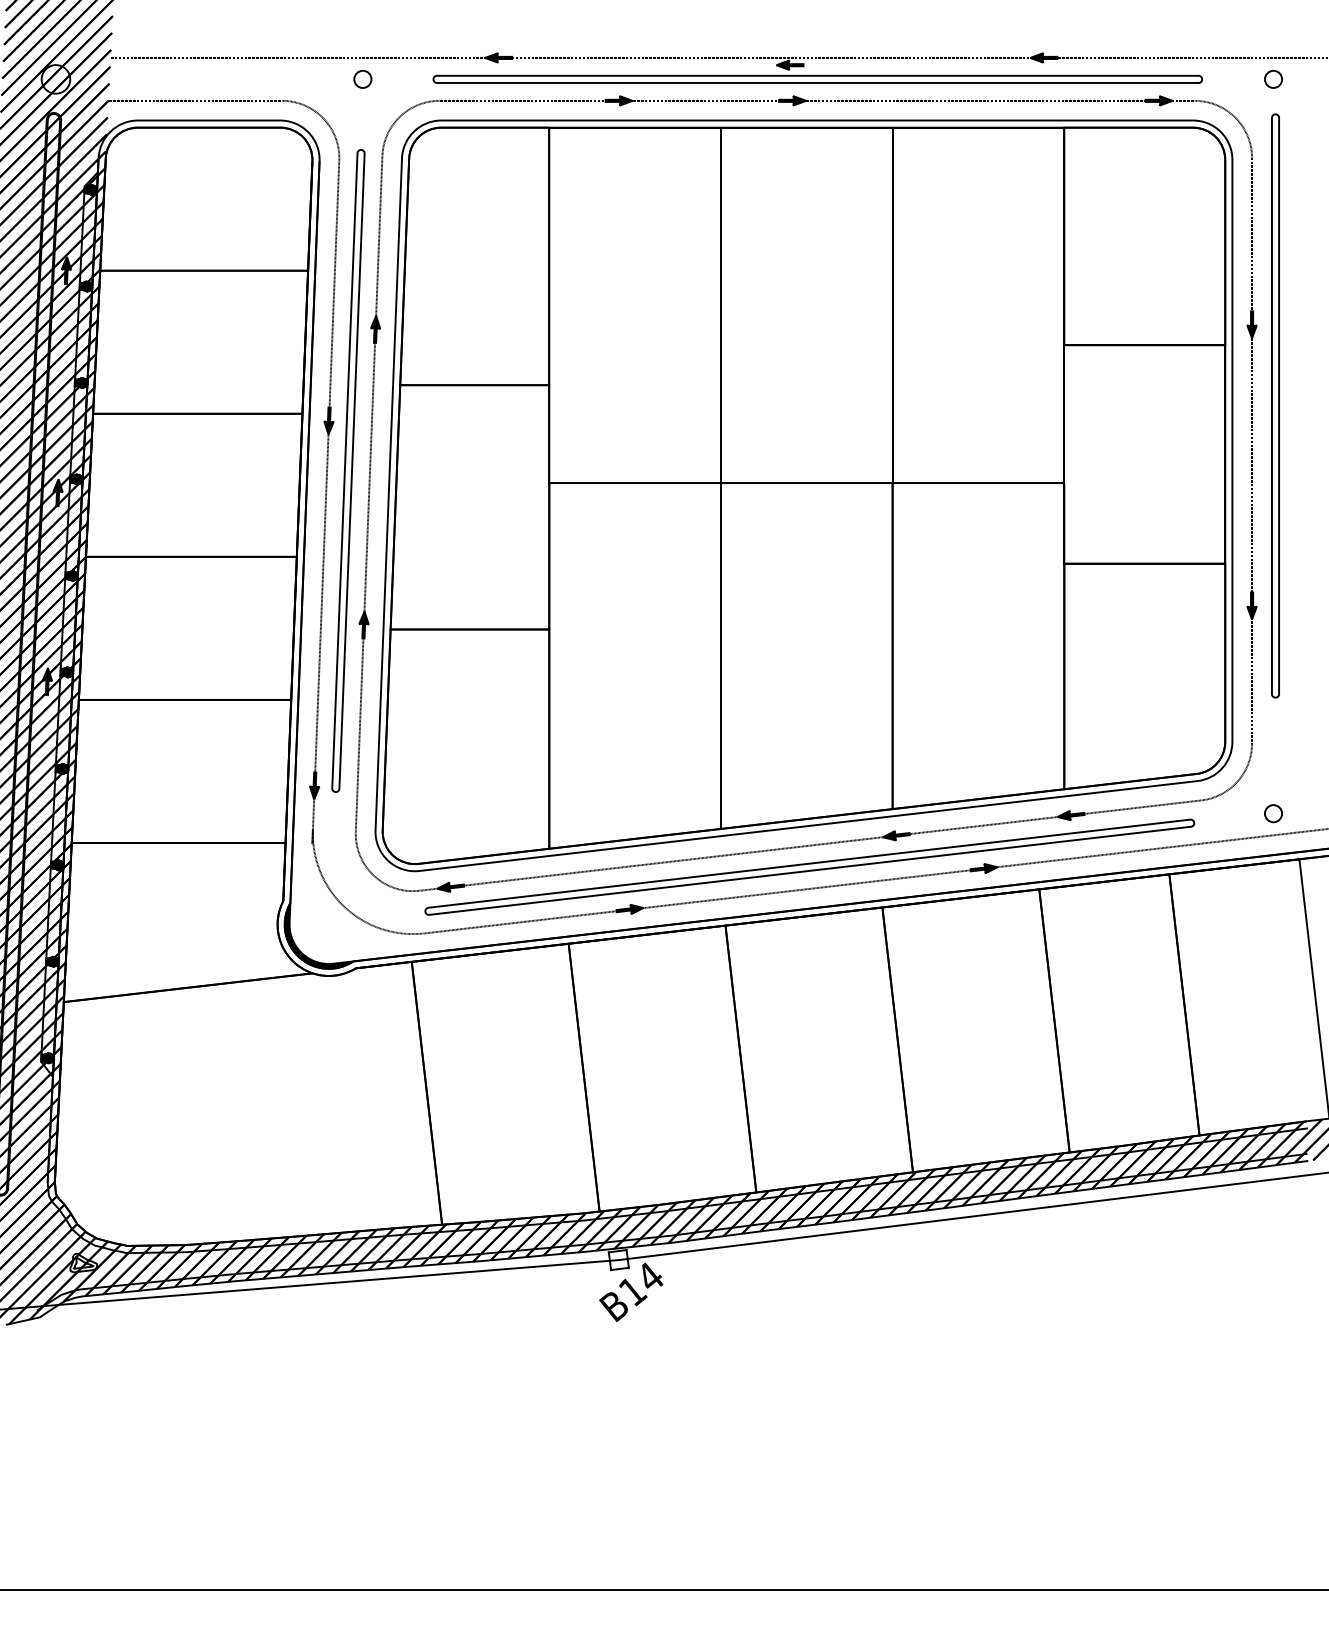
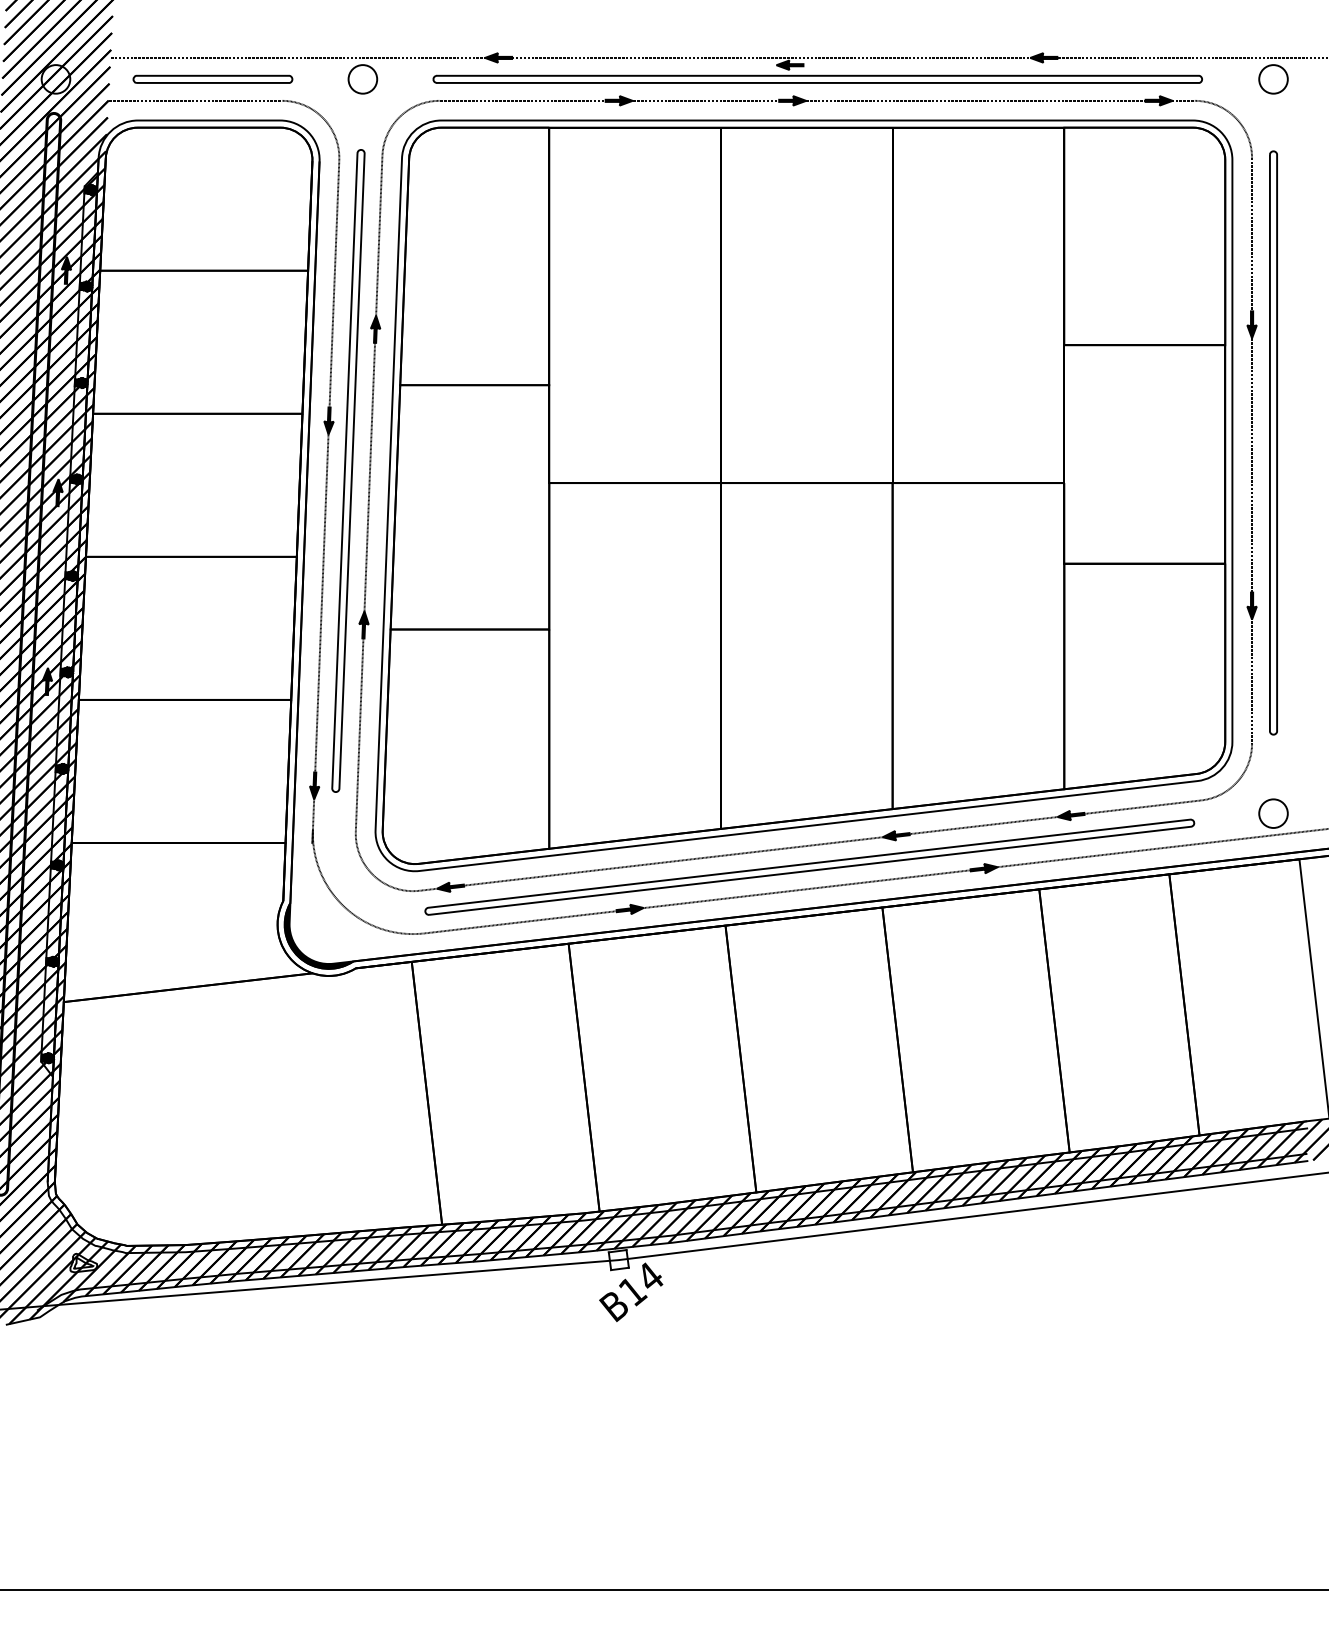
part at (212, 78): none -> present
circle at (362, 78) diameter: 17 px -> 29 px
circle at (1273, 78) diameter: 17 px -> 29 px
part at (1275, 405) position: (1275, 405) -> (1273, 442)
circle at (1273, 813) diameter: 17 px -> 29 px
